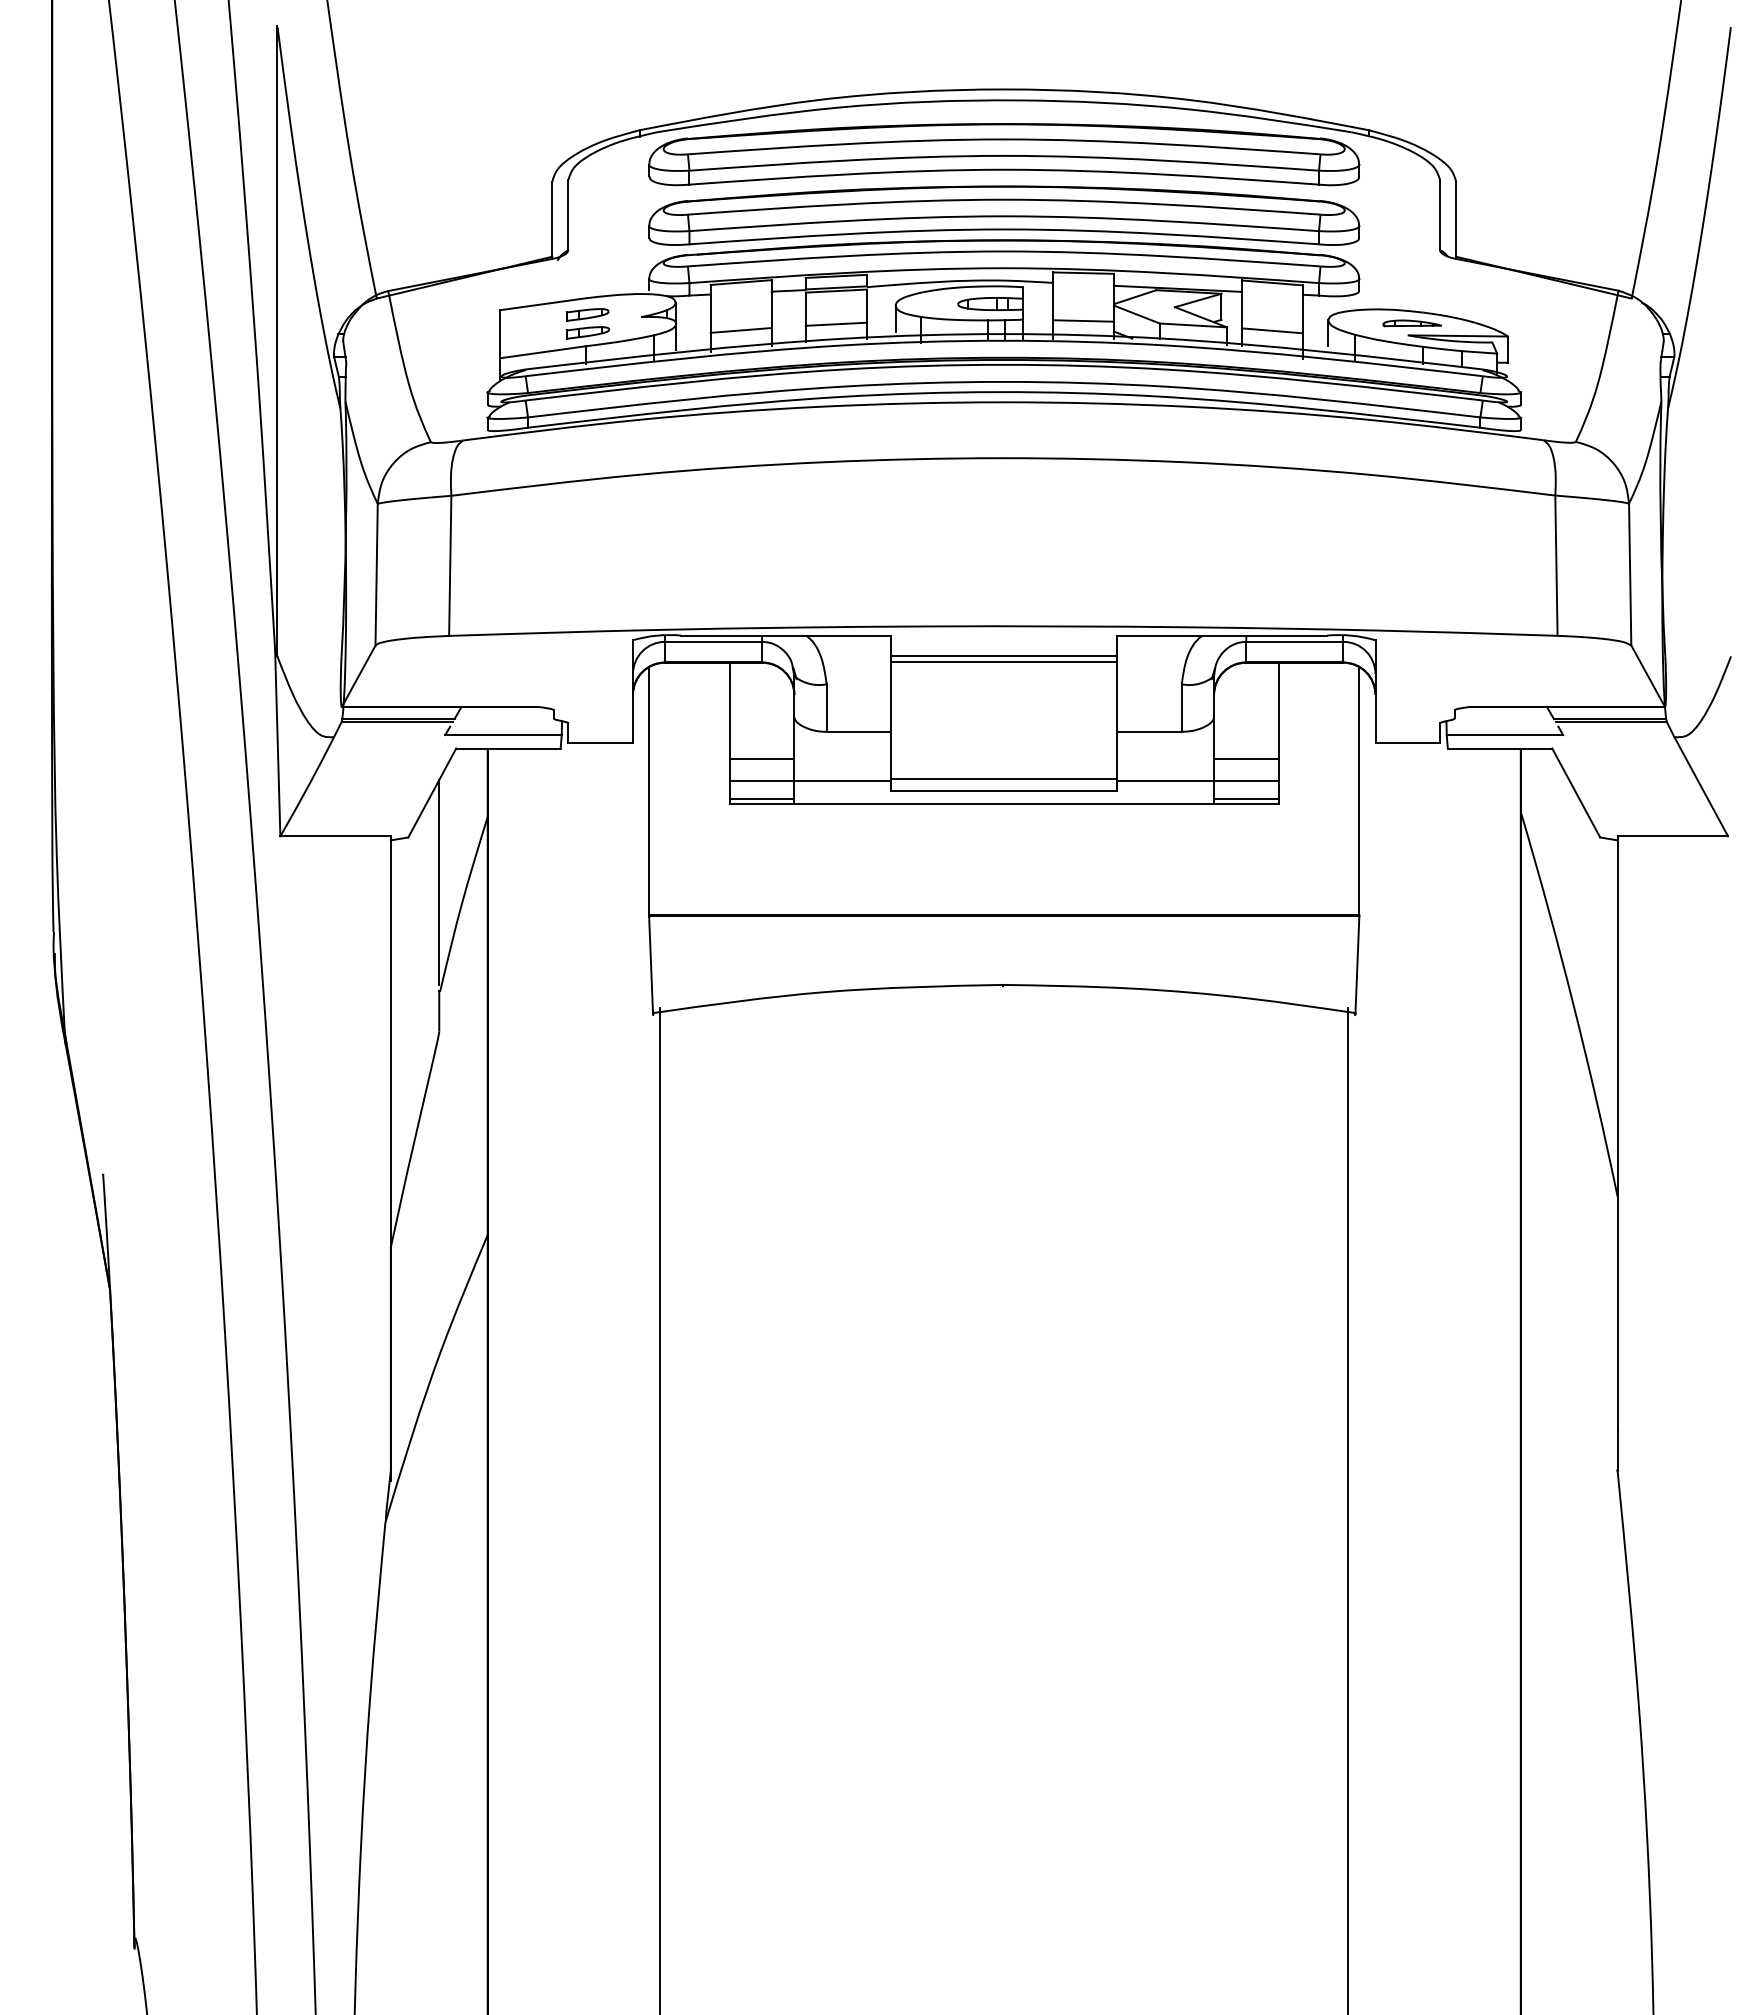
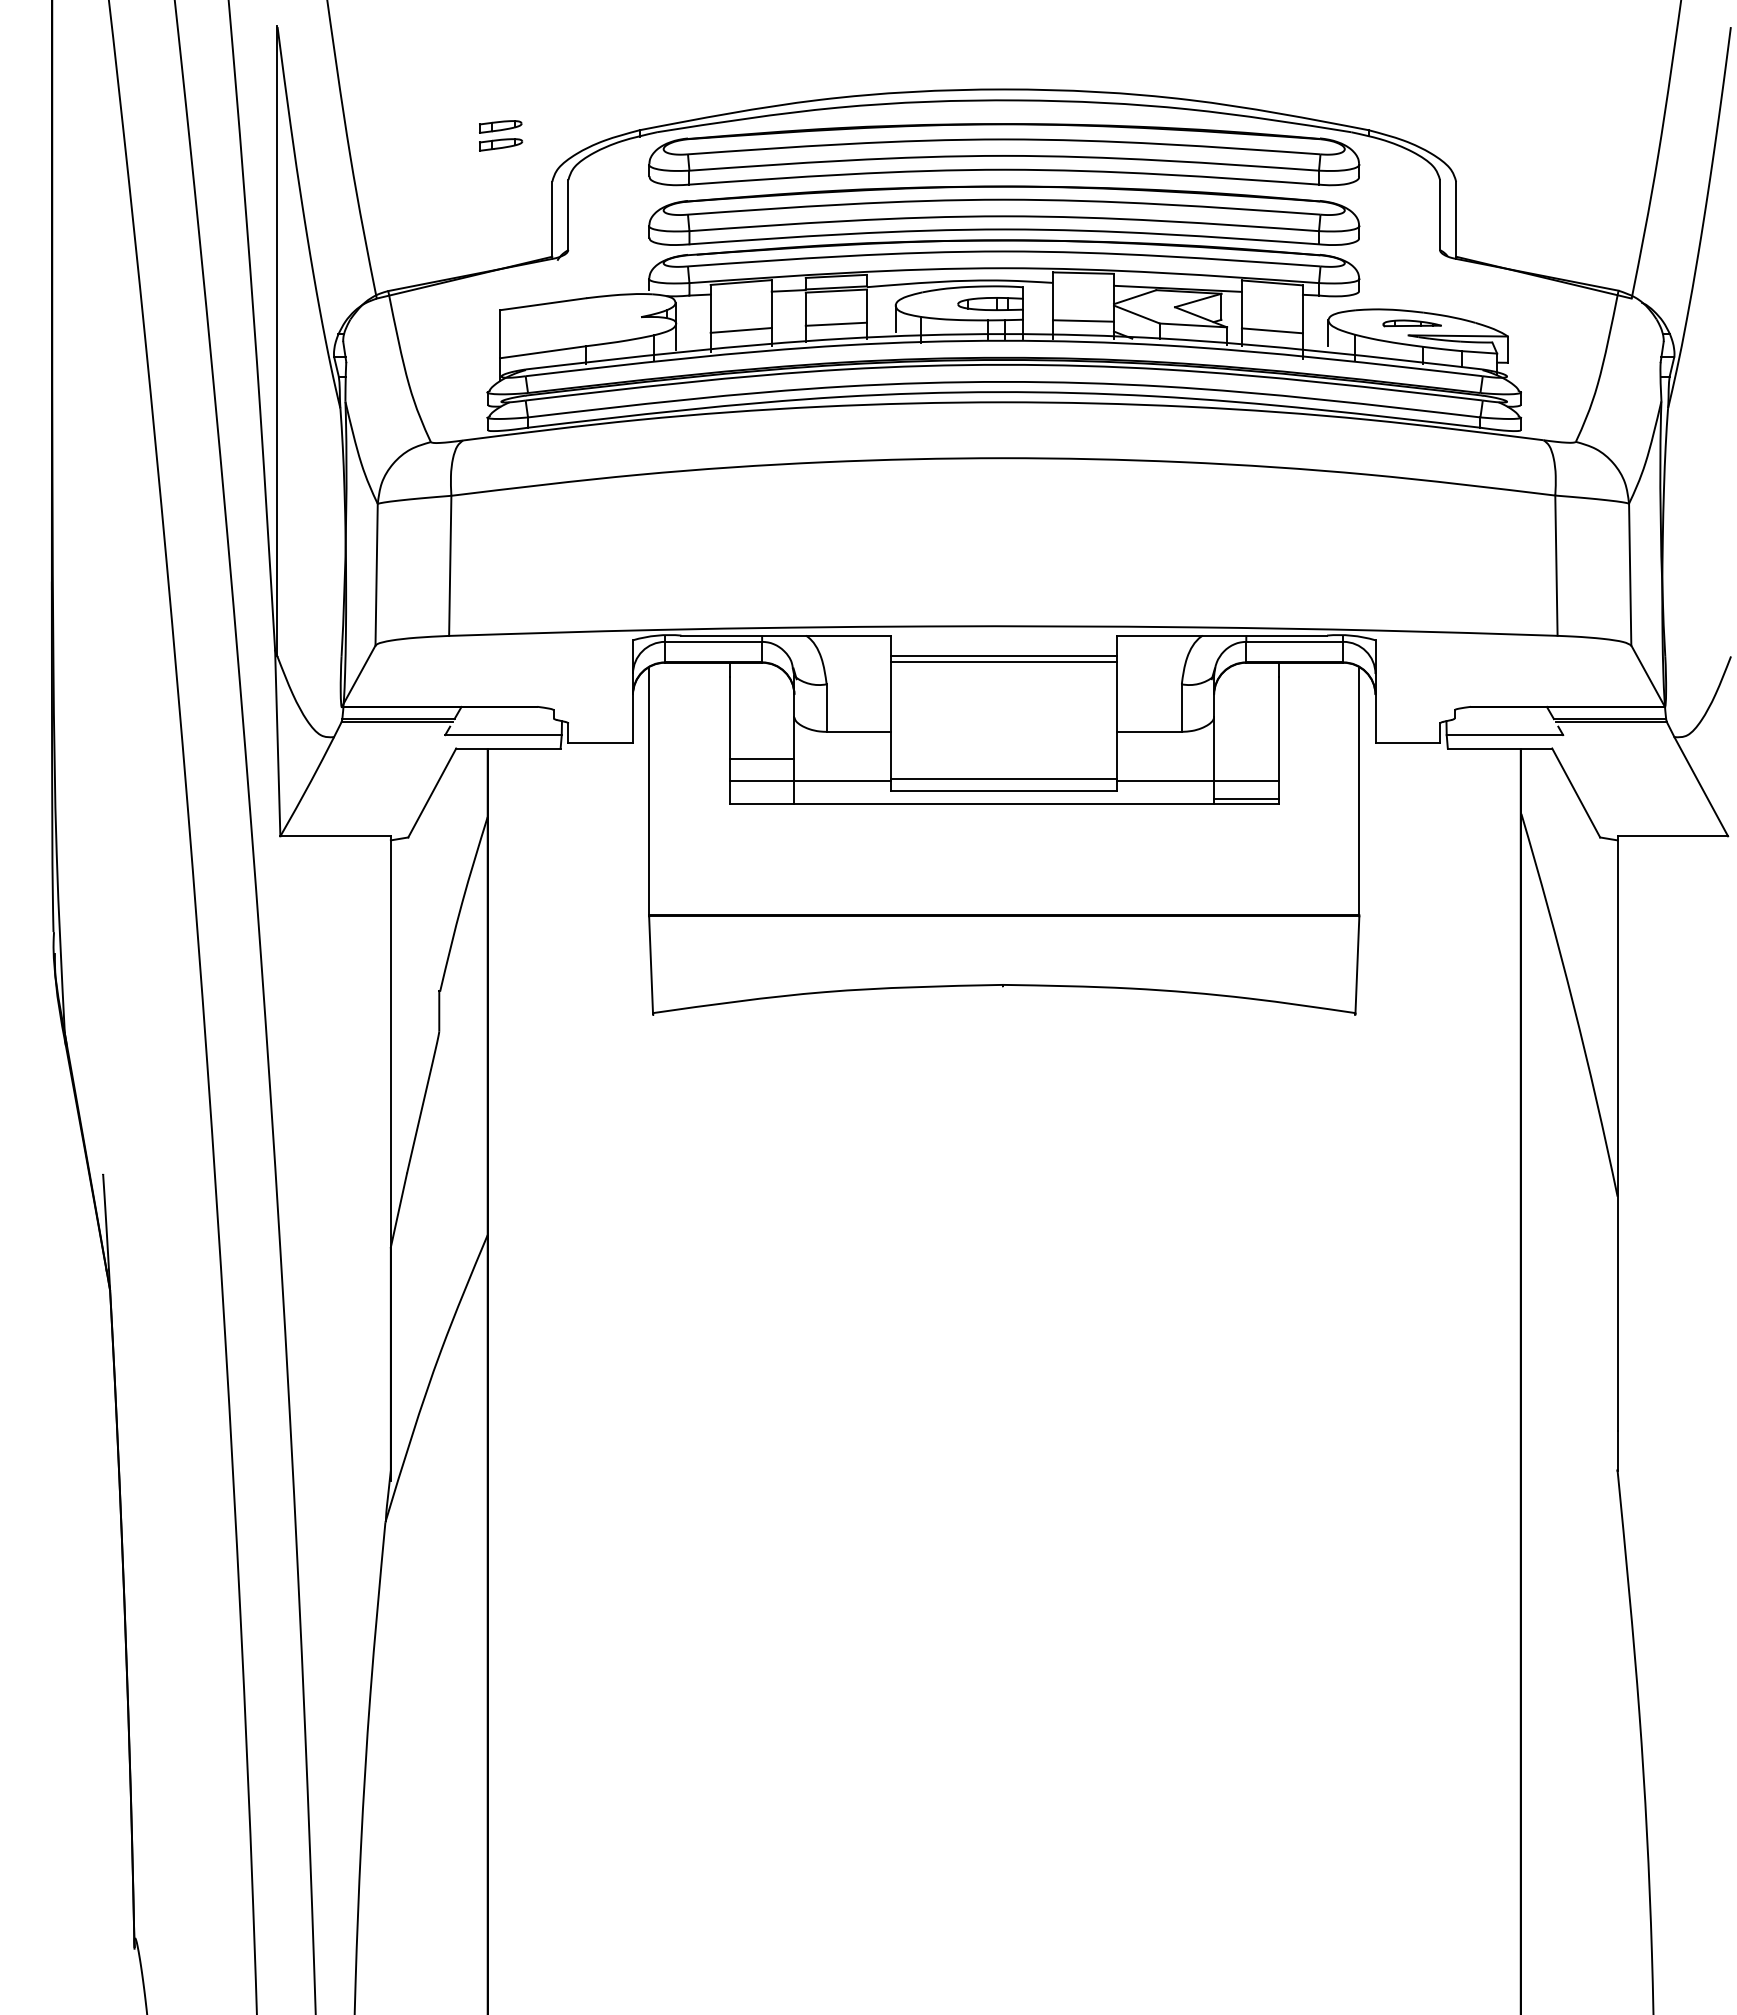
part at (588, 323) position: (588, 323) -> (501, 135)
line at (1246, 758): present -> none
line at (761, 798): present -> none
line at (439, 881): present -> none
line at (660, 1509): present -> none
line at (1348, 1509): present -> none
